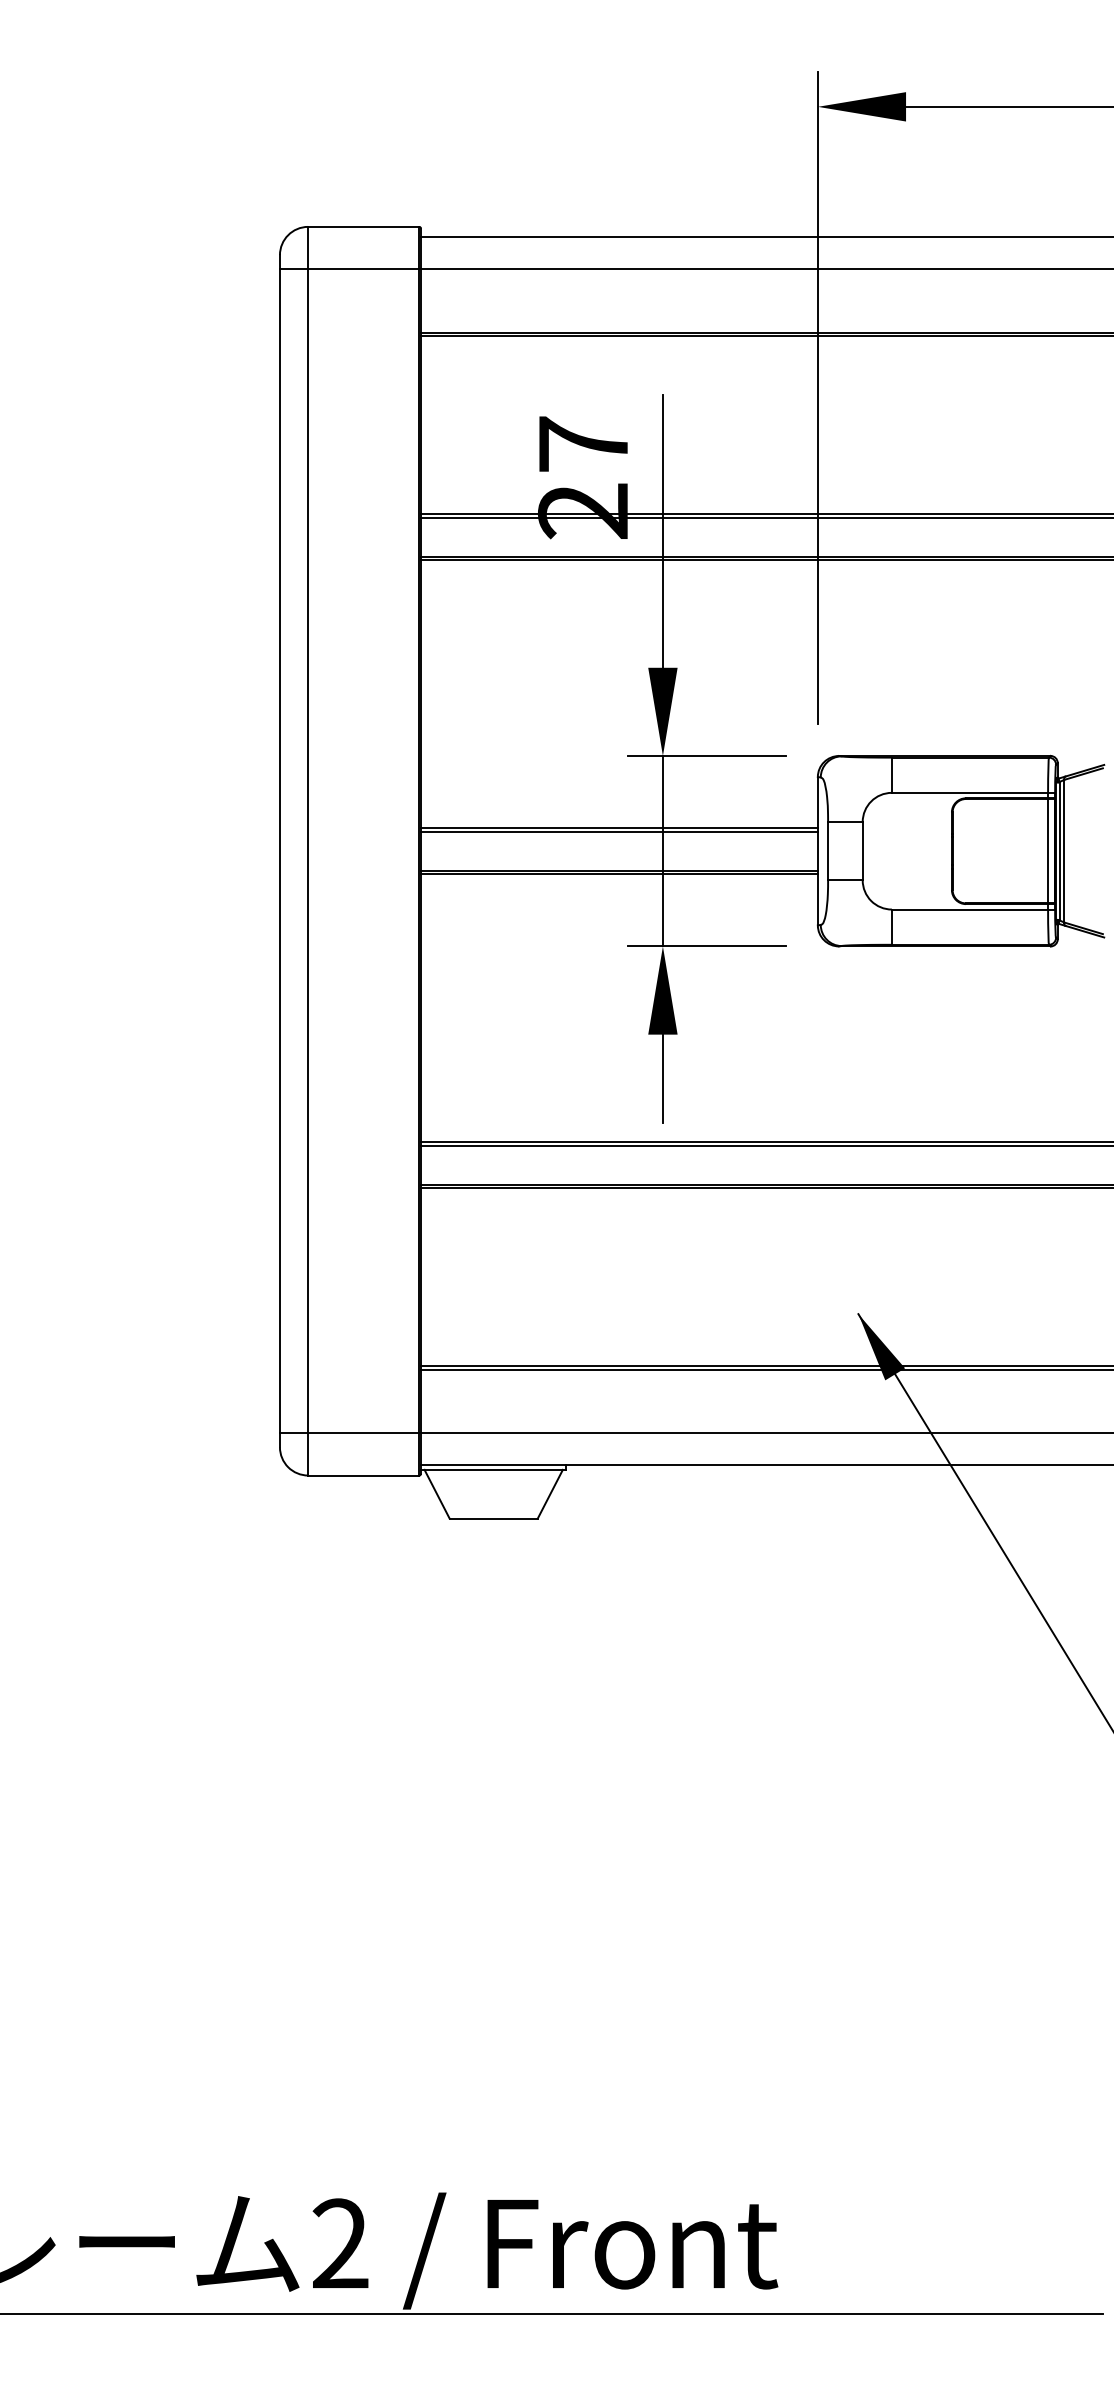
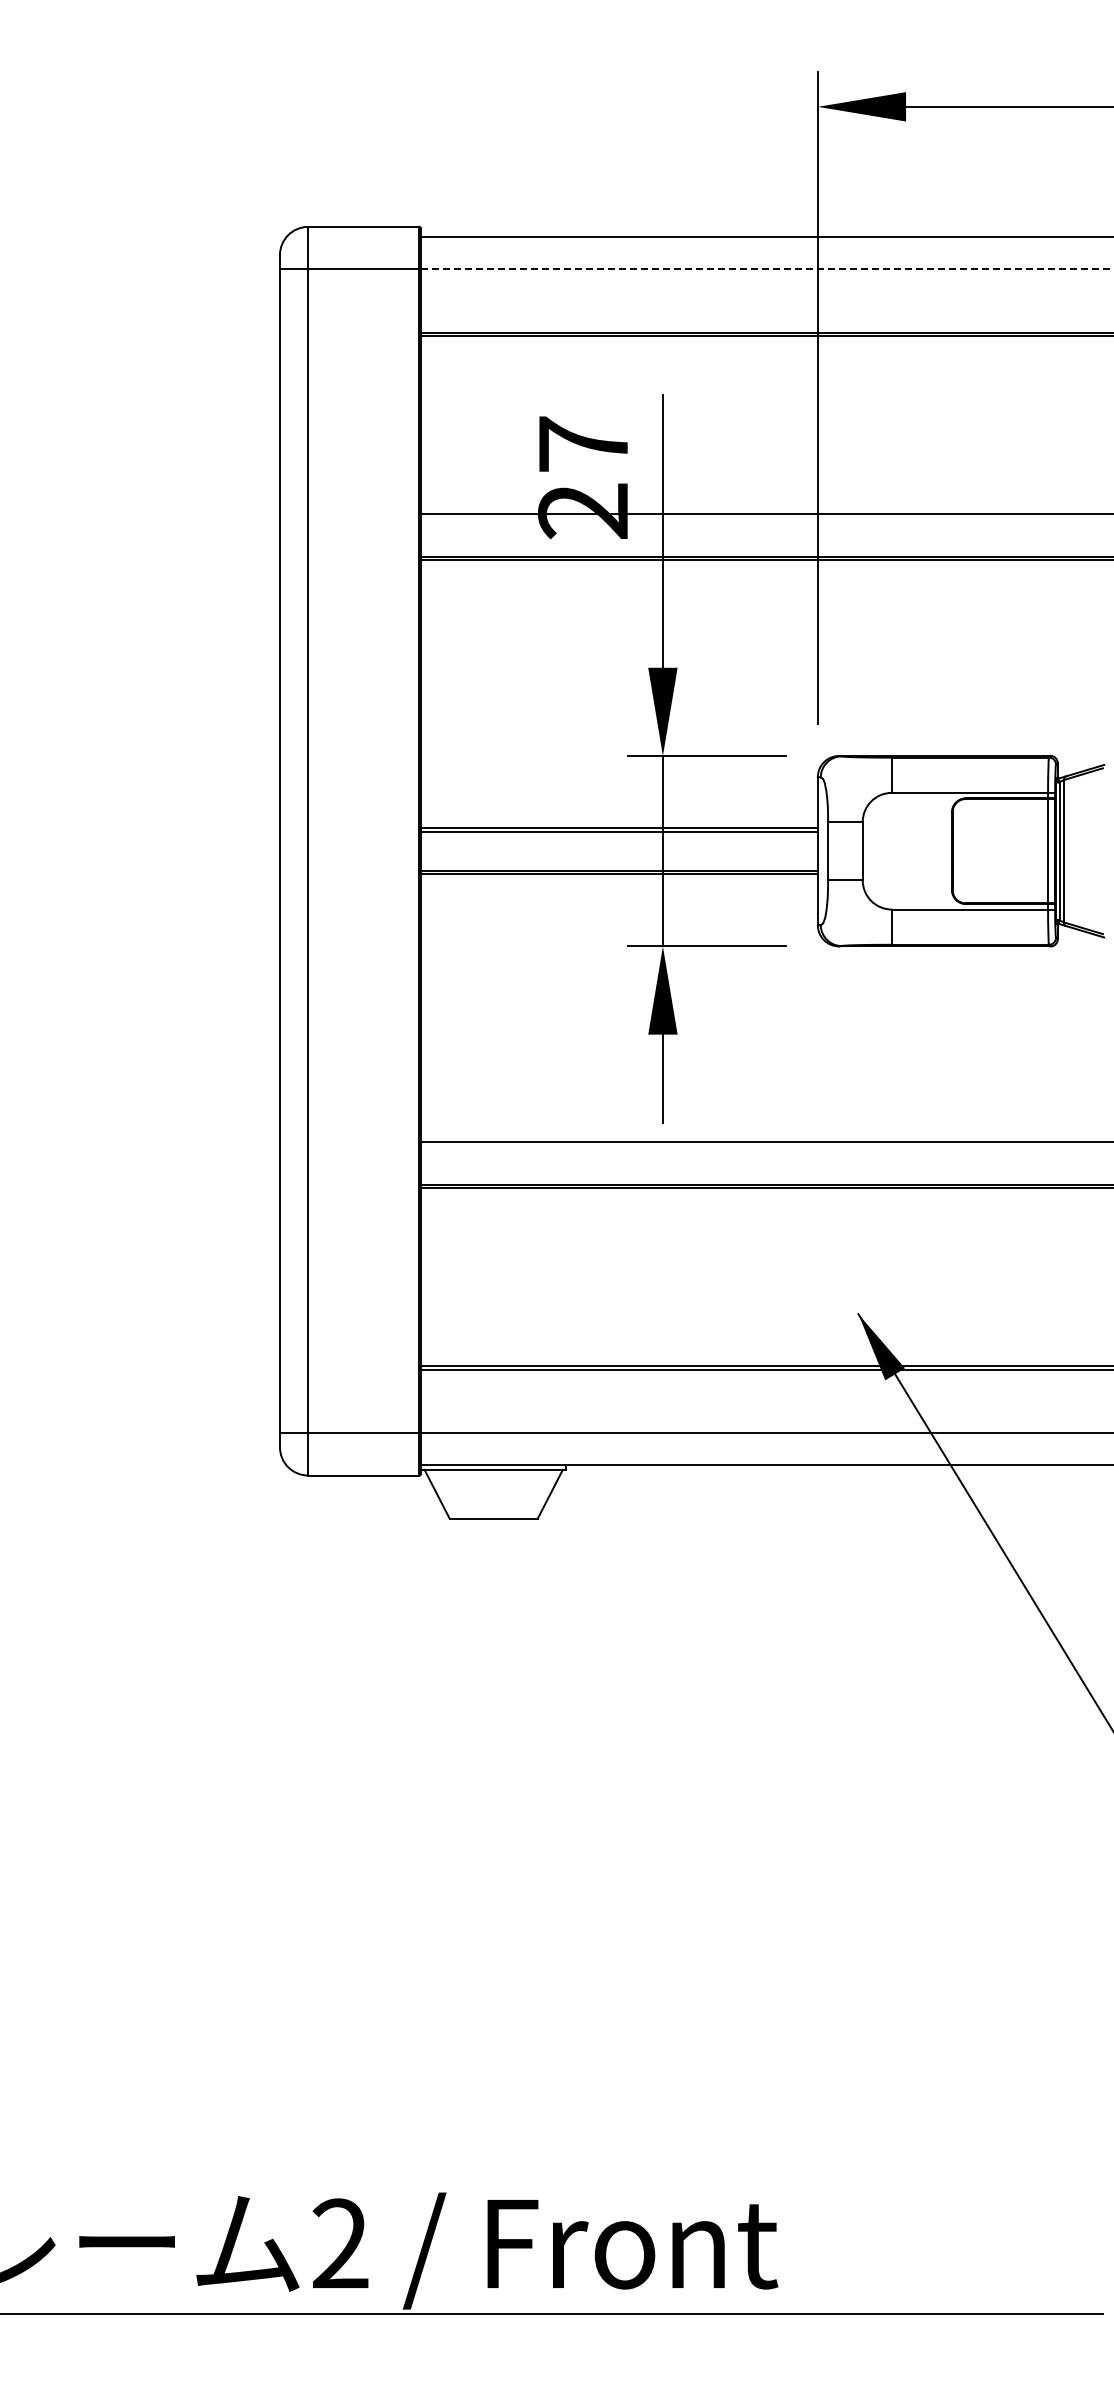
line at (768, 269): solid -> dashed
line at (765, 517): present -> none
line at (765, 1145): present -> none
